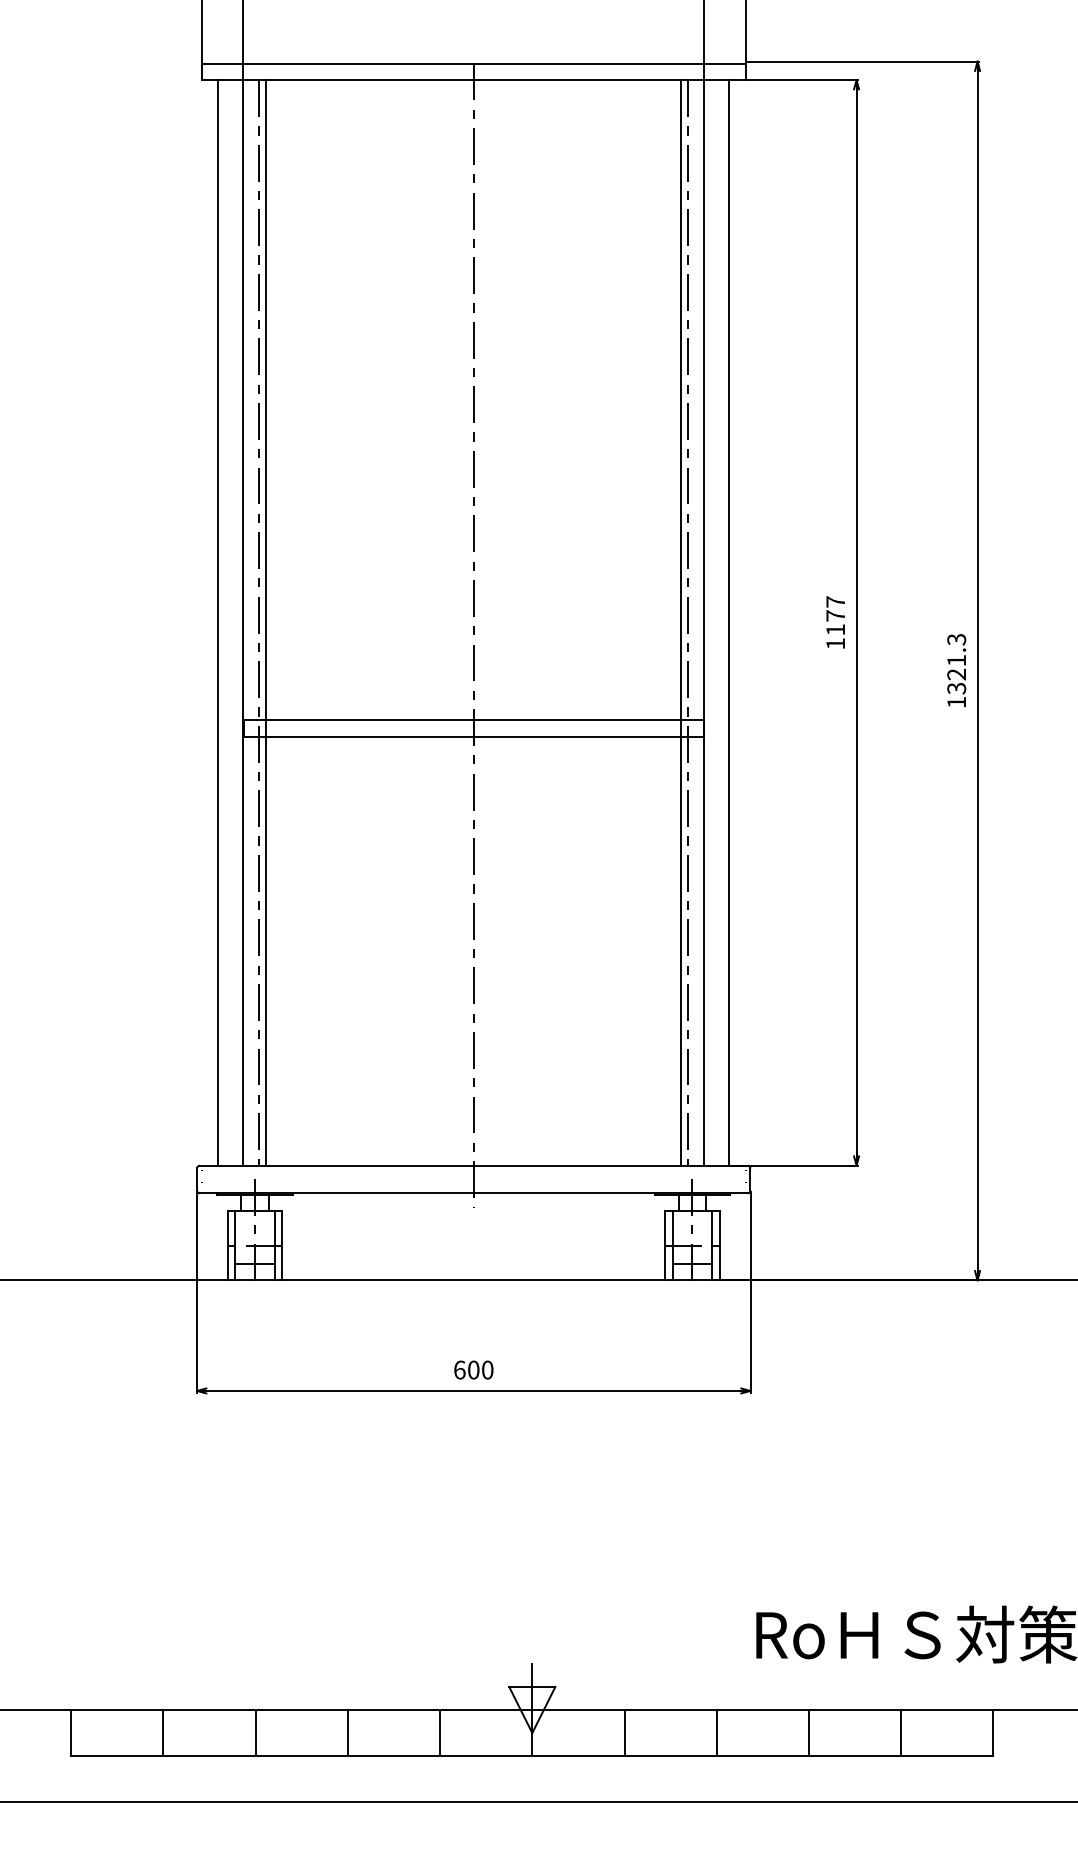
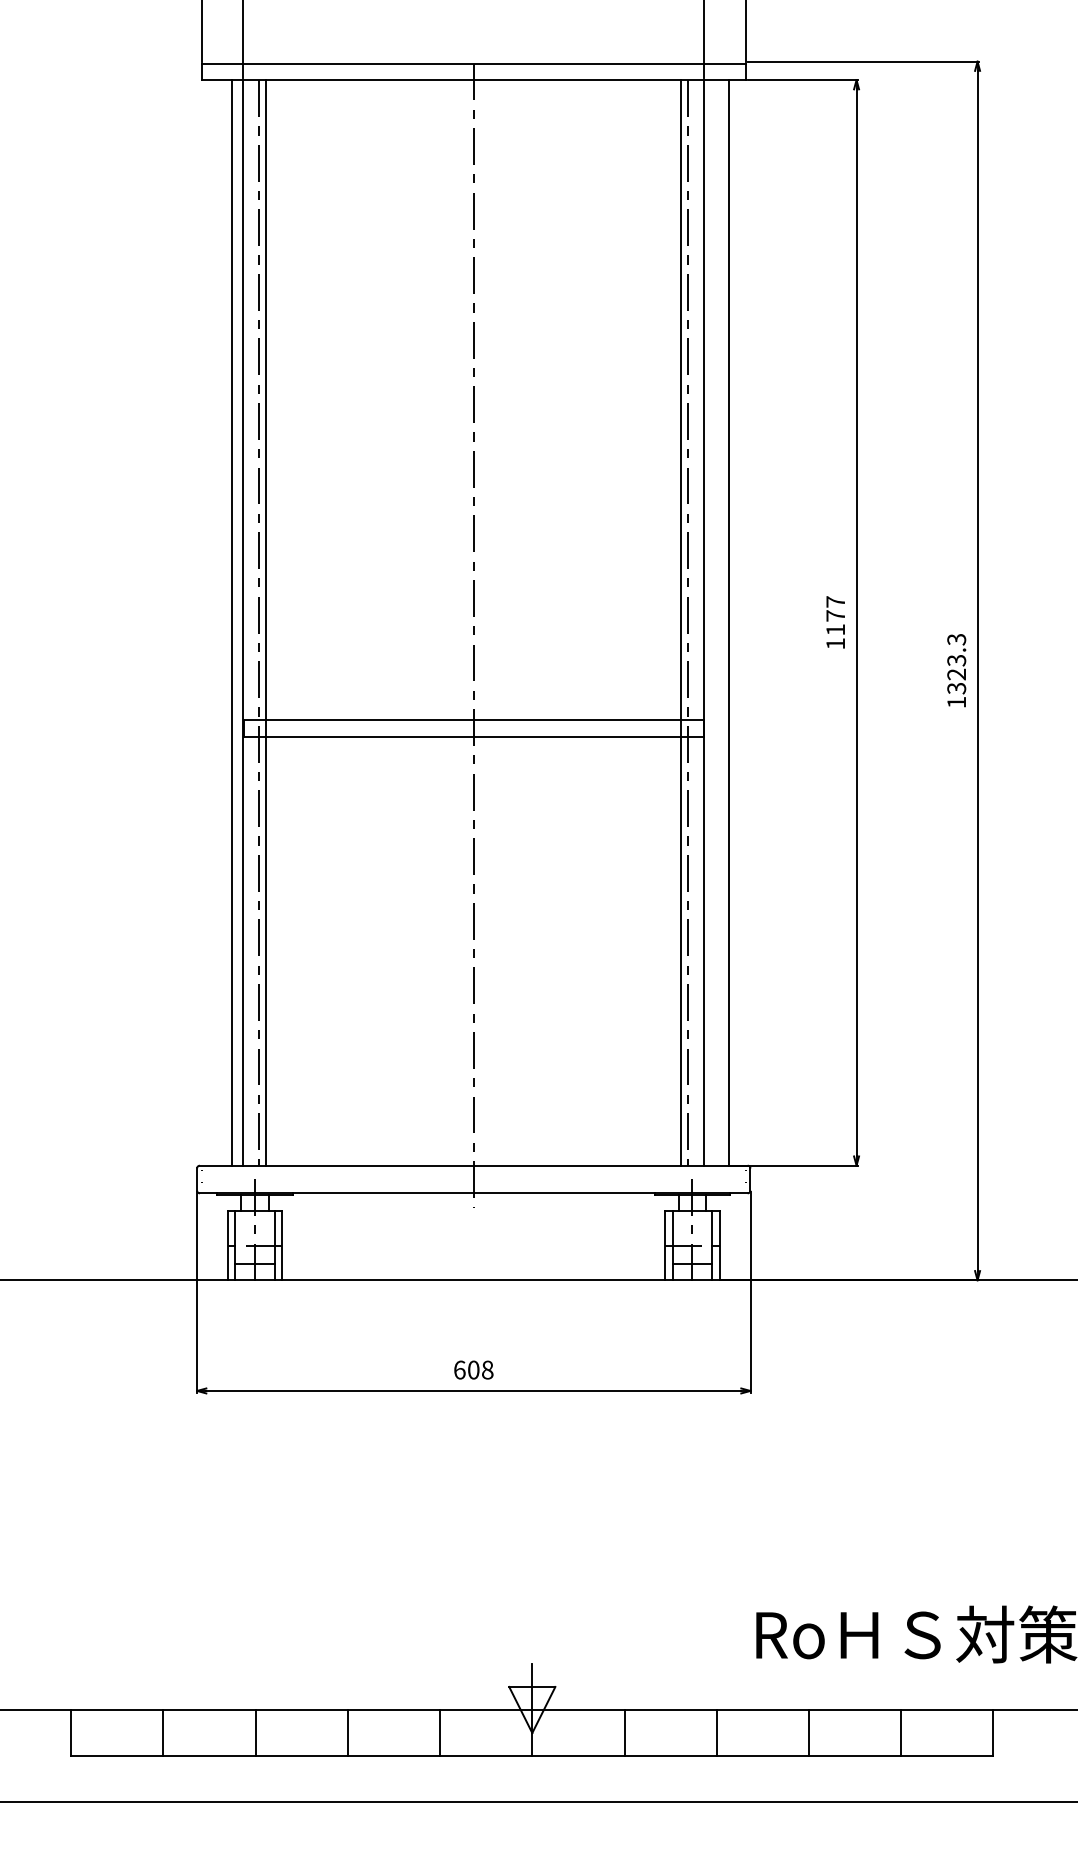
line at (218, 622) position: (218, 622) -> (232, 622)
text at (956, 660): 1321.3 -> 1323.3
text at (487, 1370): 600 -> 608
